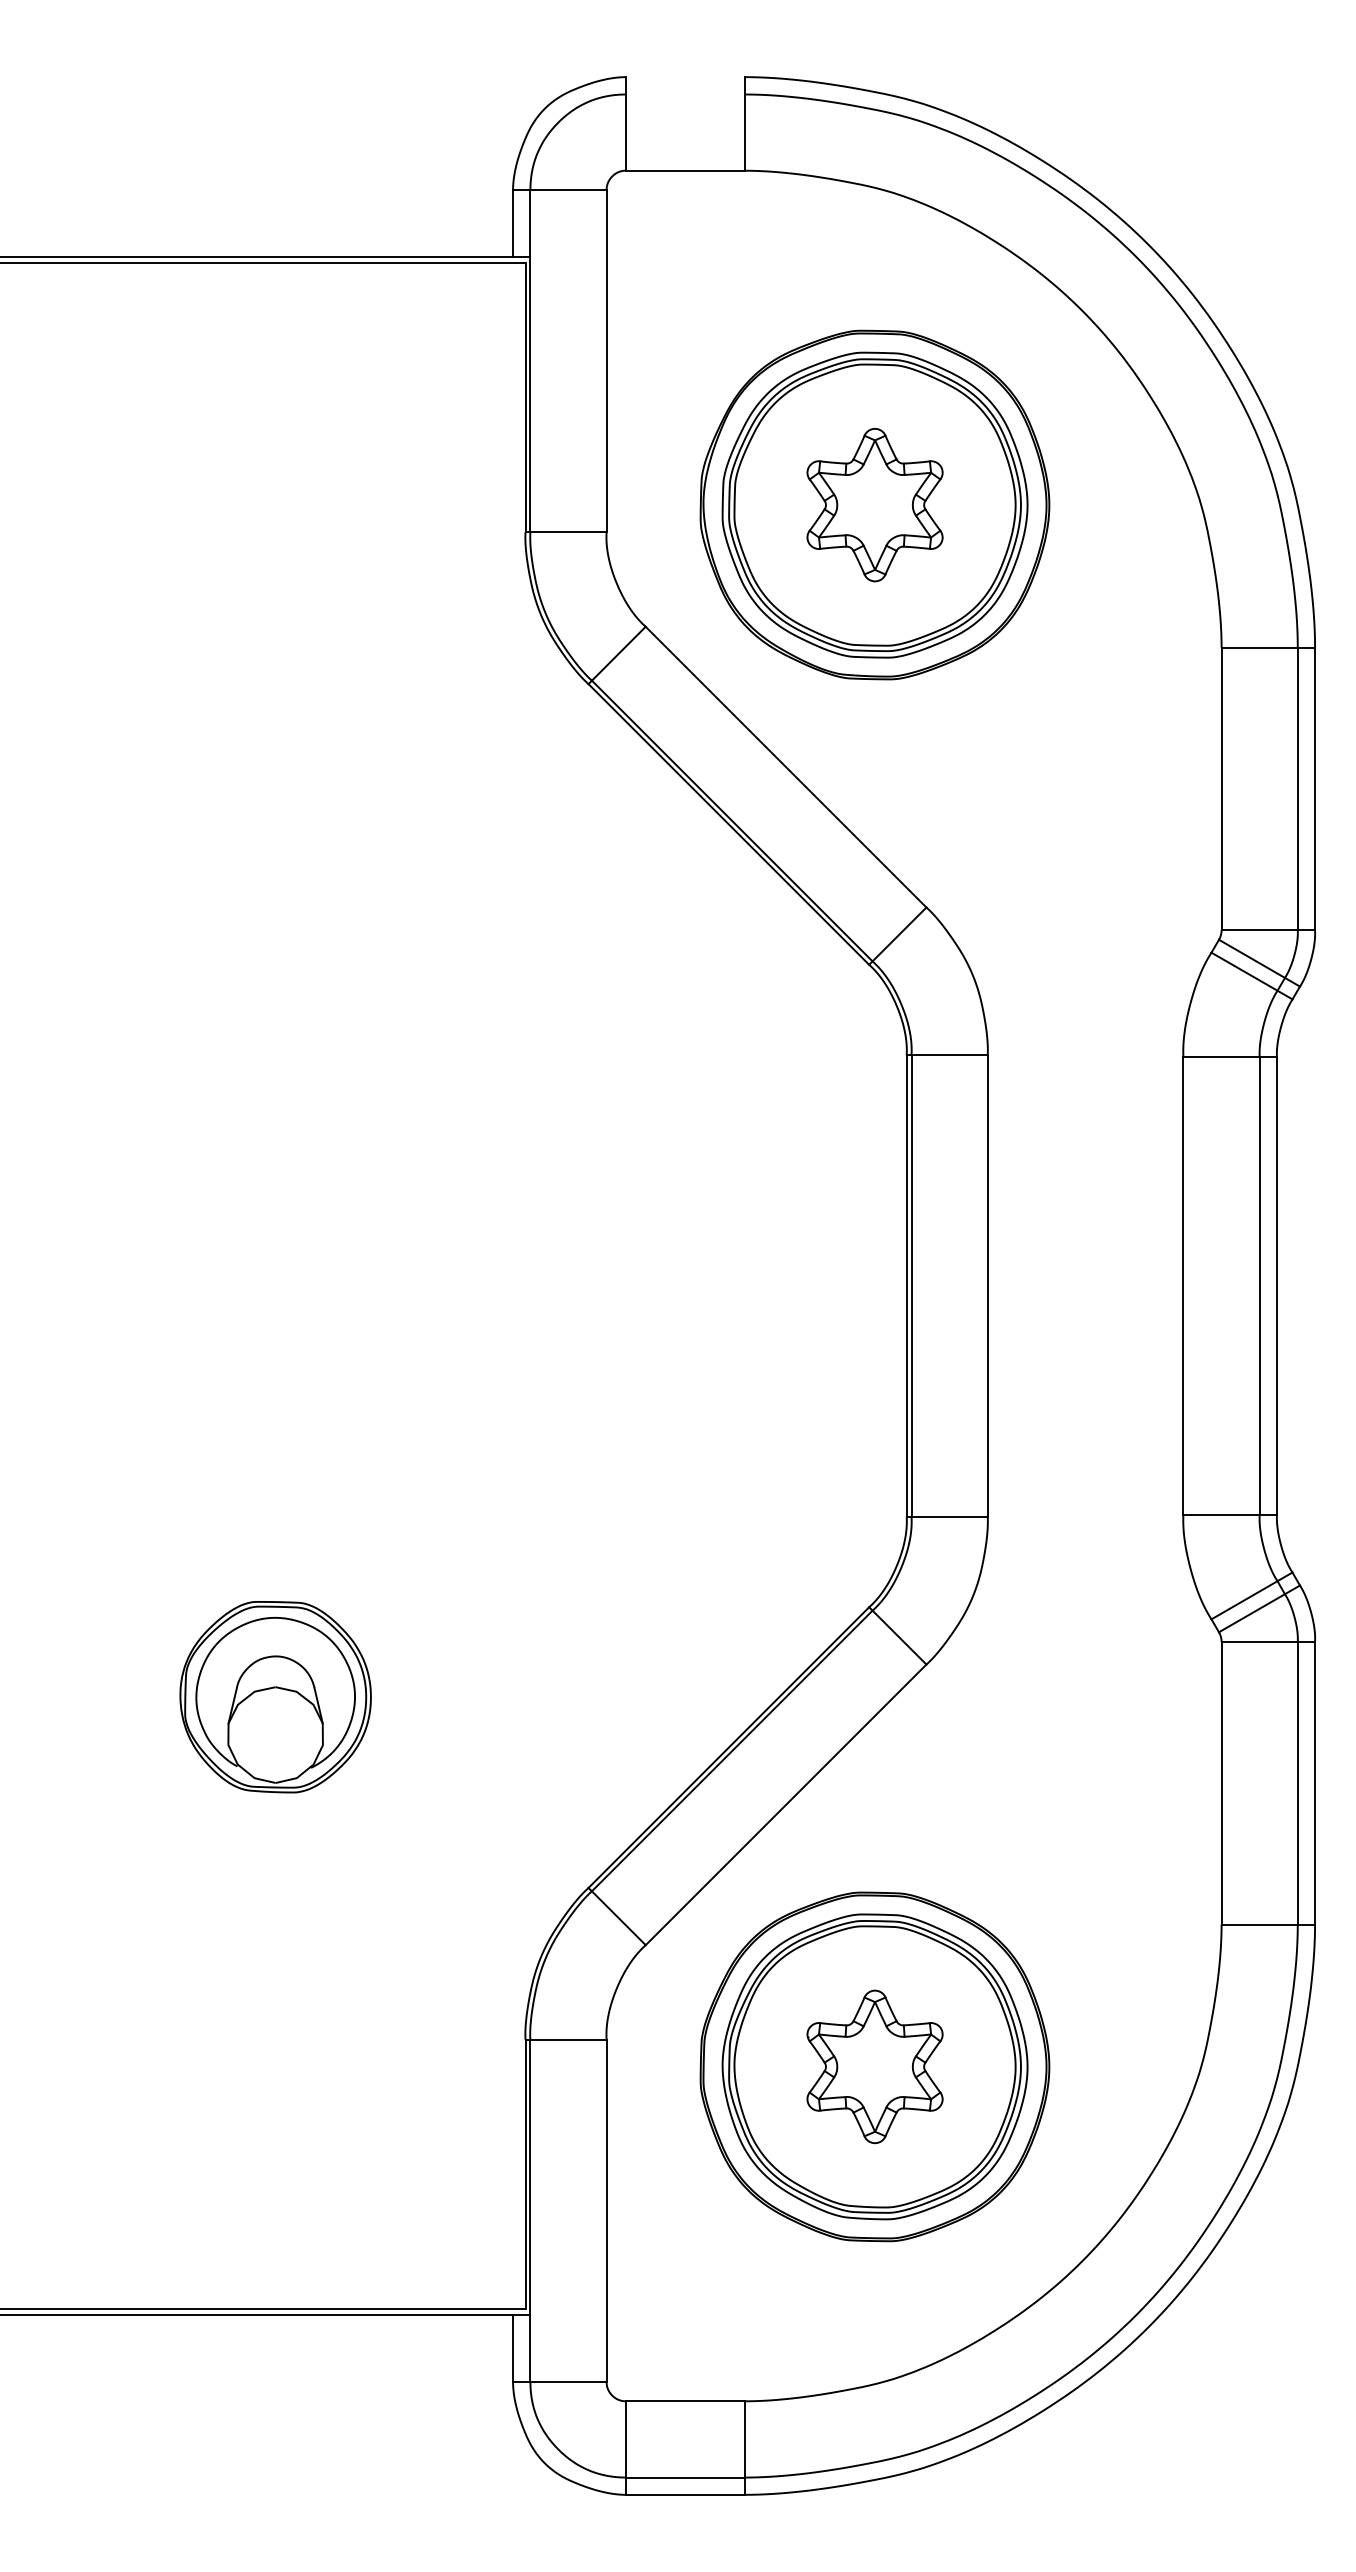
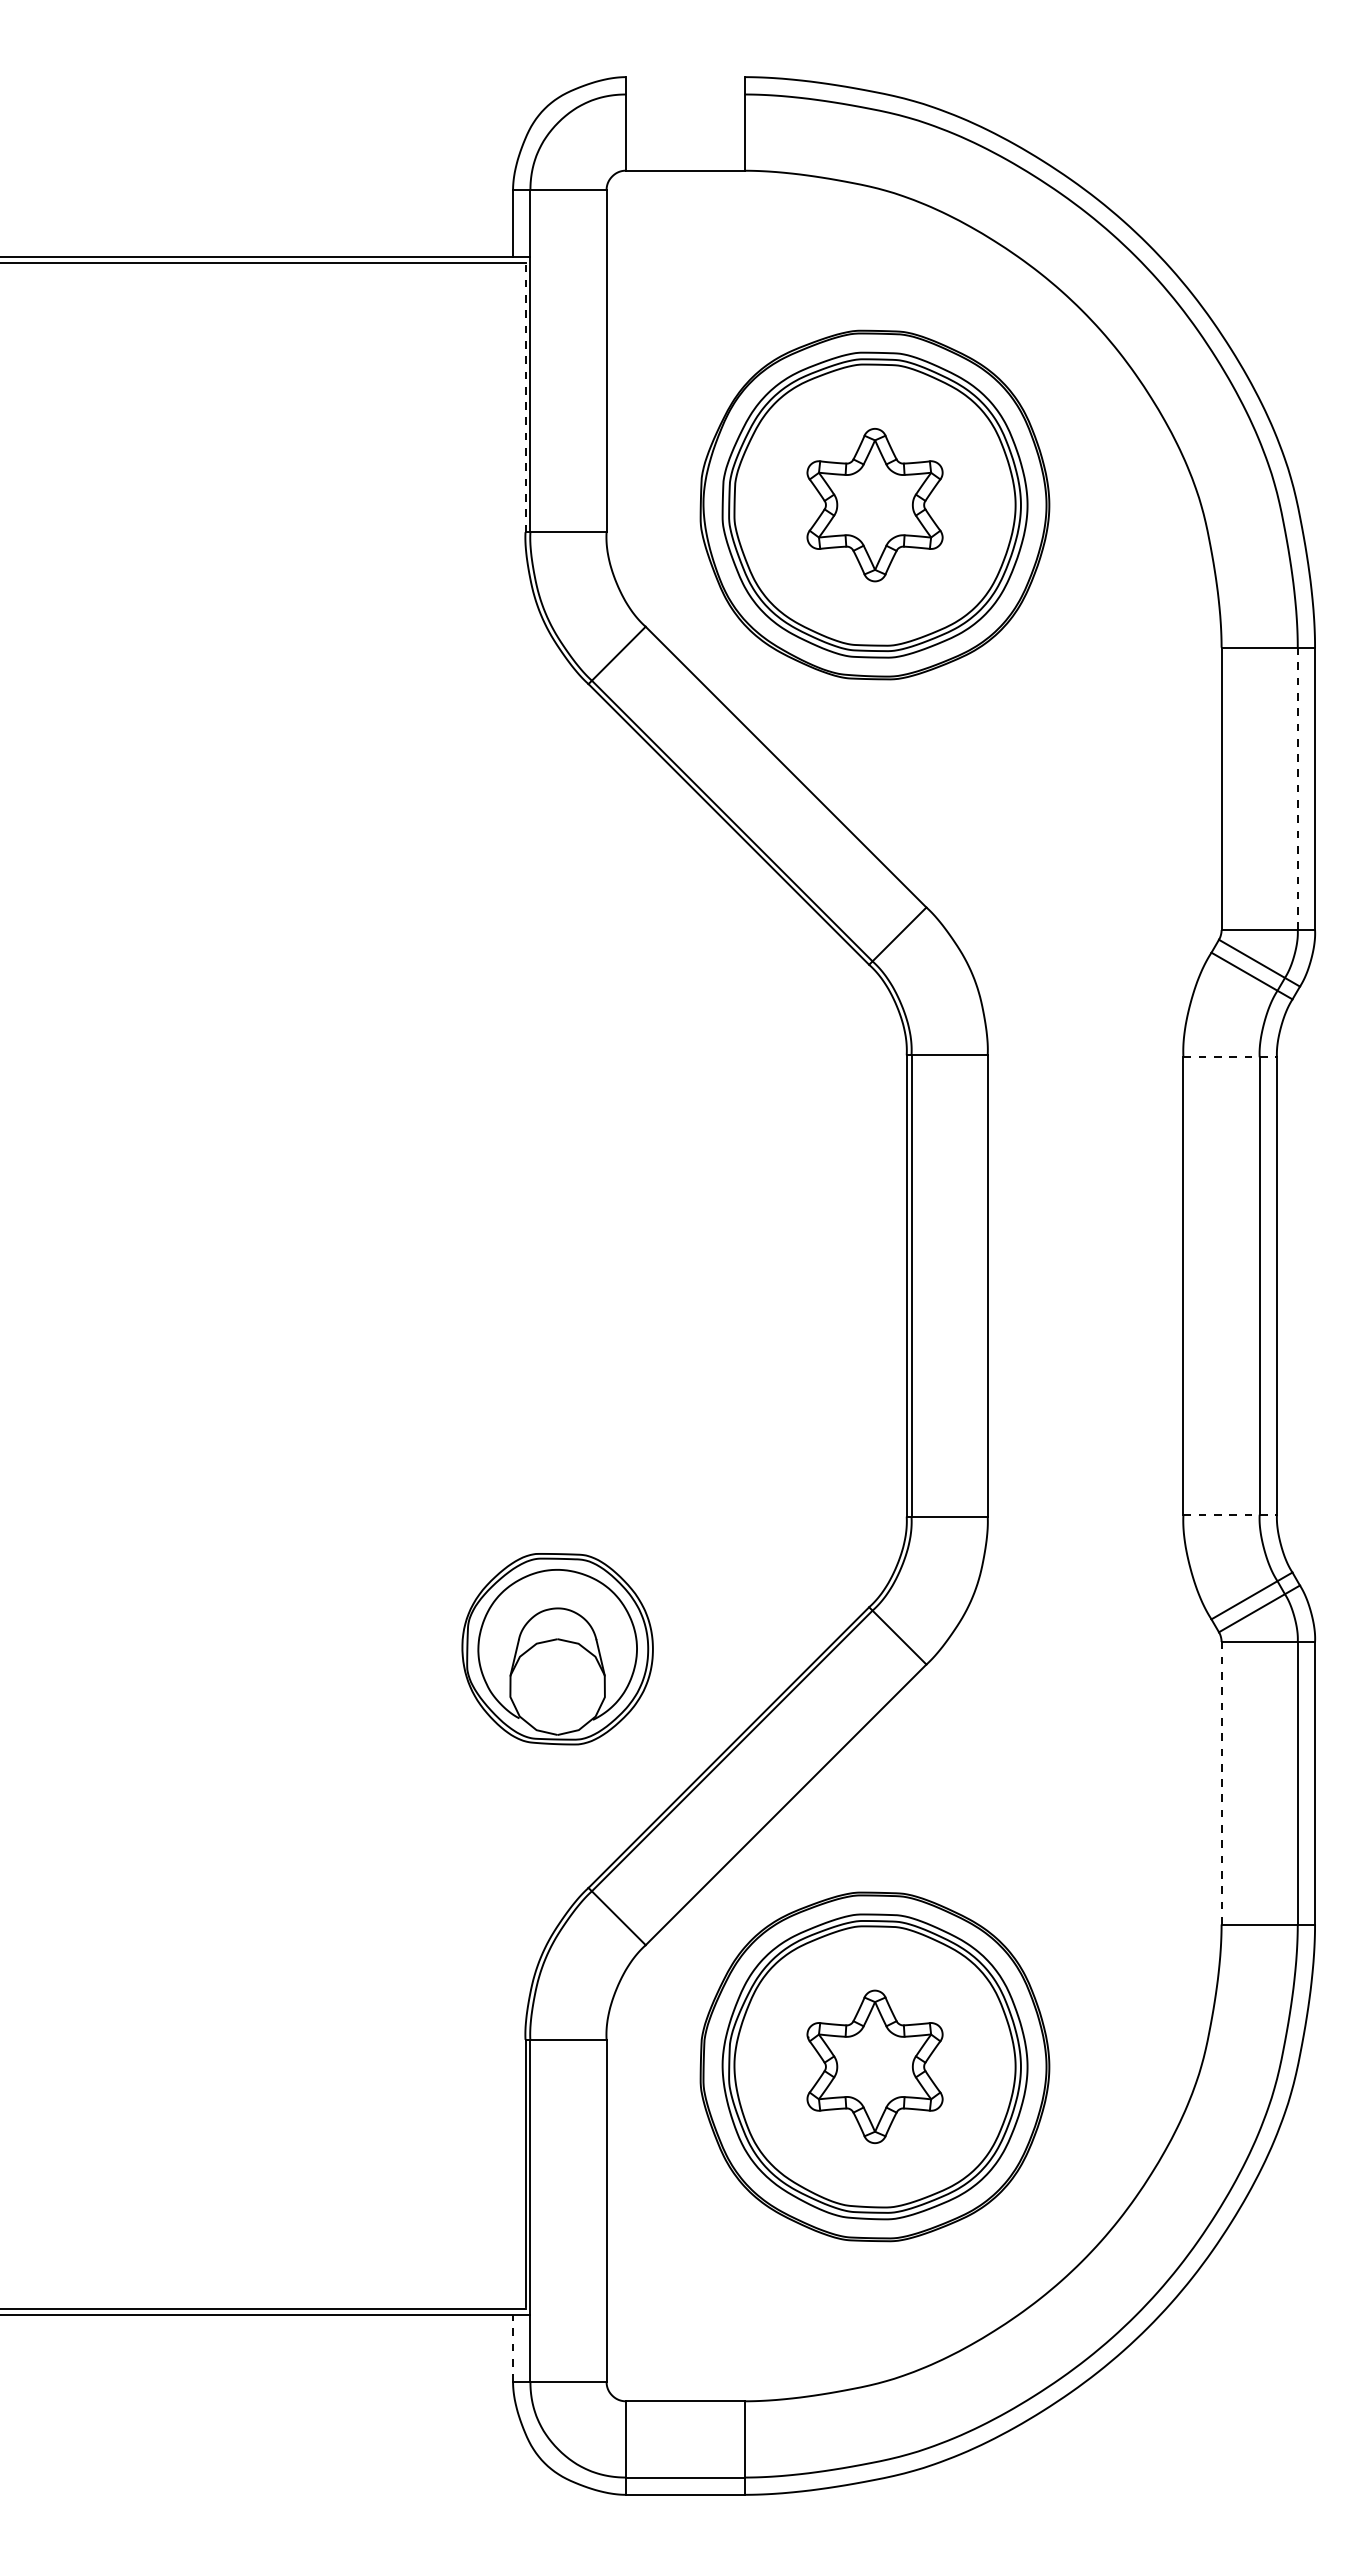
line at (525, 398): solid -> dashed
line at (1297, 788): solid -> dashed
line at (1230, 1057): solid -> dashed
line at (1230, 1514): solid -> dashed
part at (275, 1697) position: (275, 1697) -> (557, 1649)
line at (1221, 1782): solid -> dashed
line at (513, 2348): solid -> dashed
